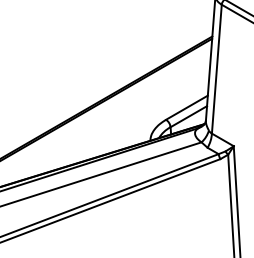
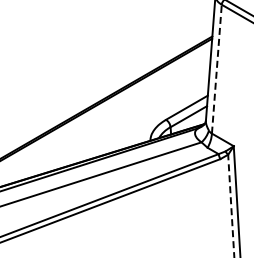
line at (216, 69): solid -> dashed
line at (231, 205): solid -> dashed
